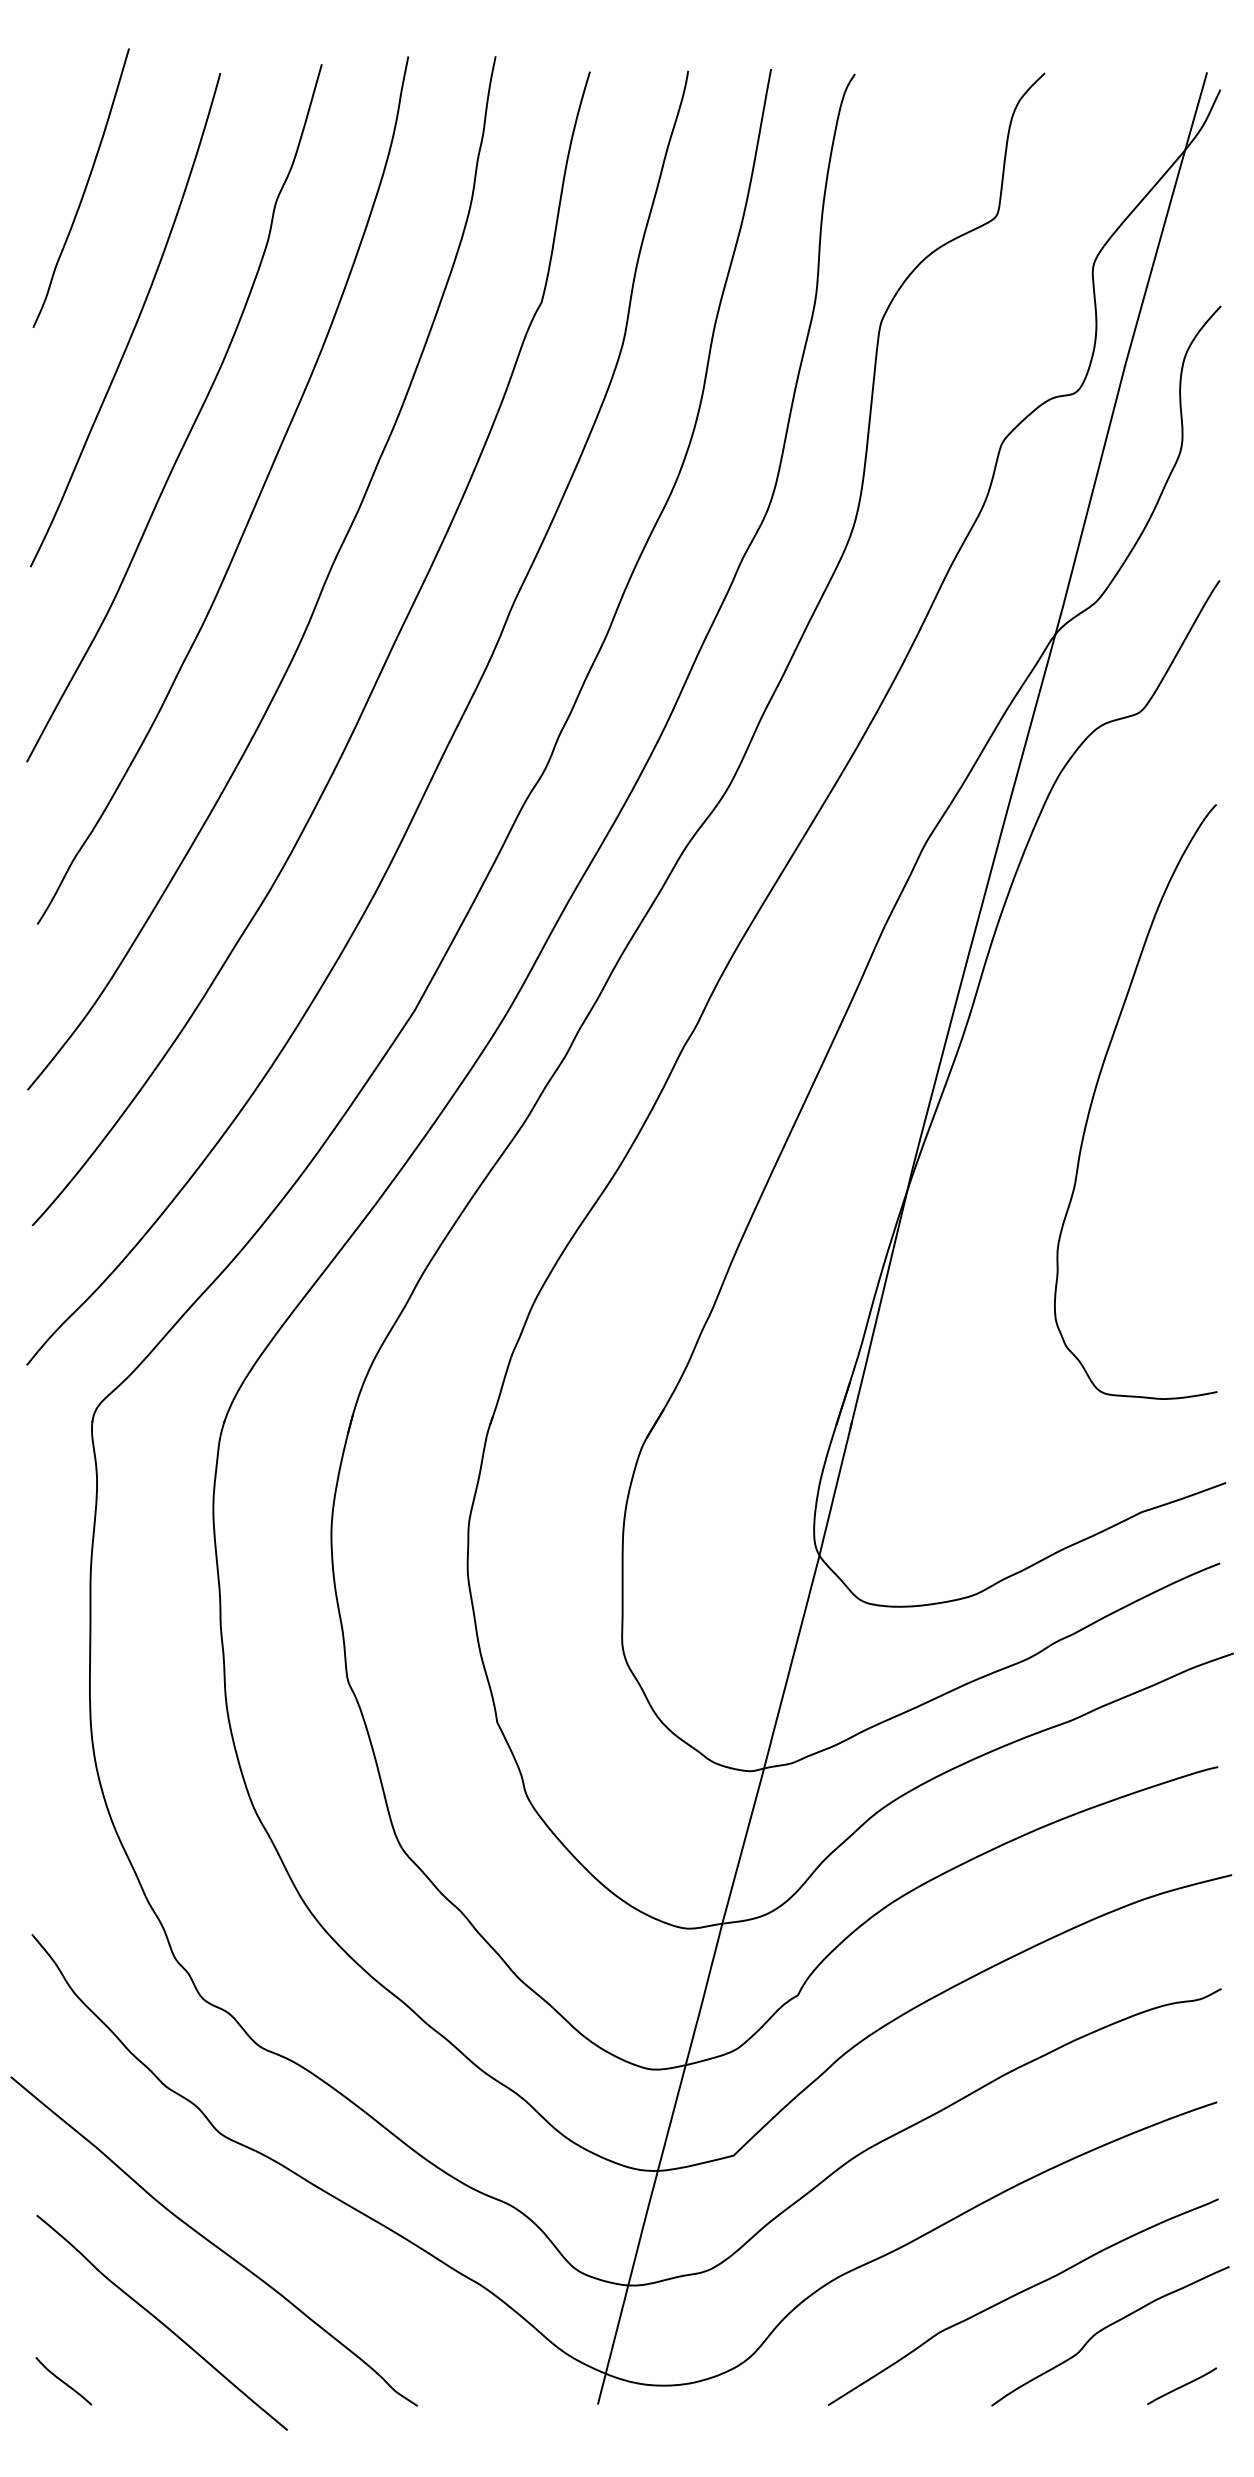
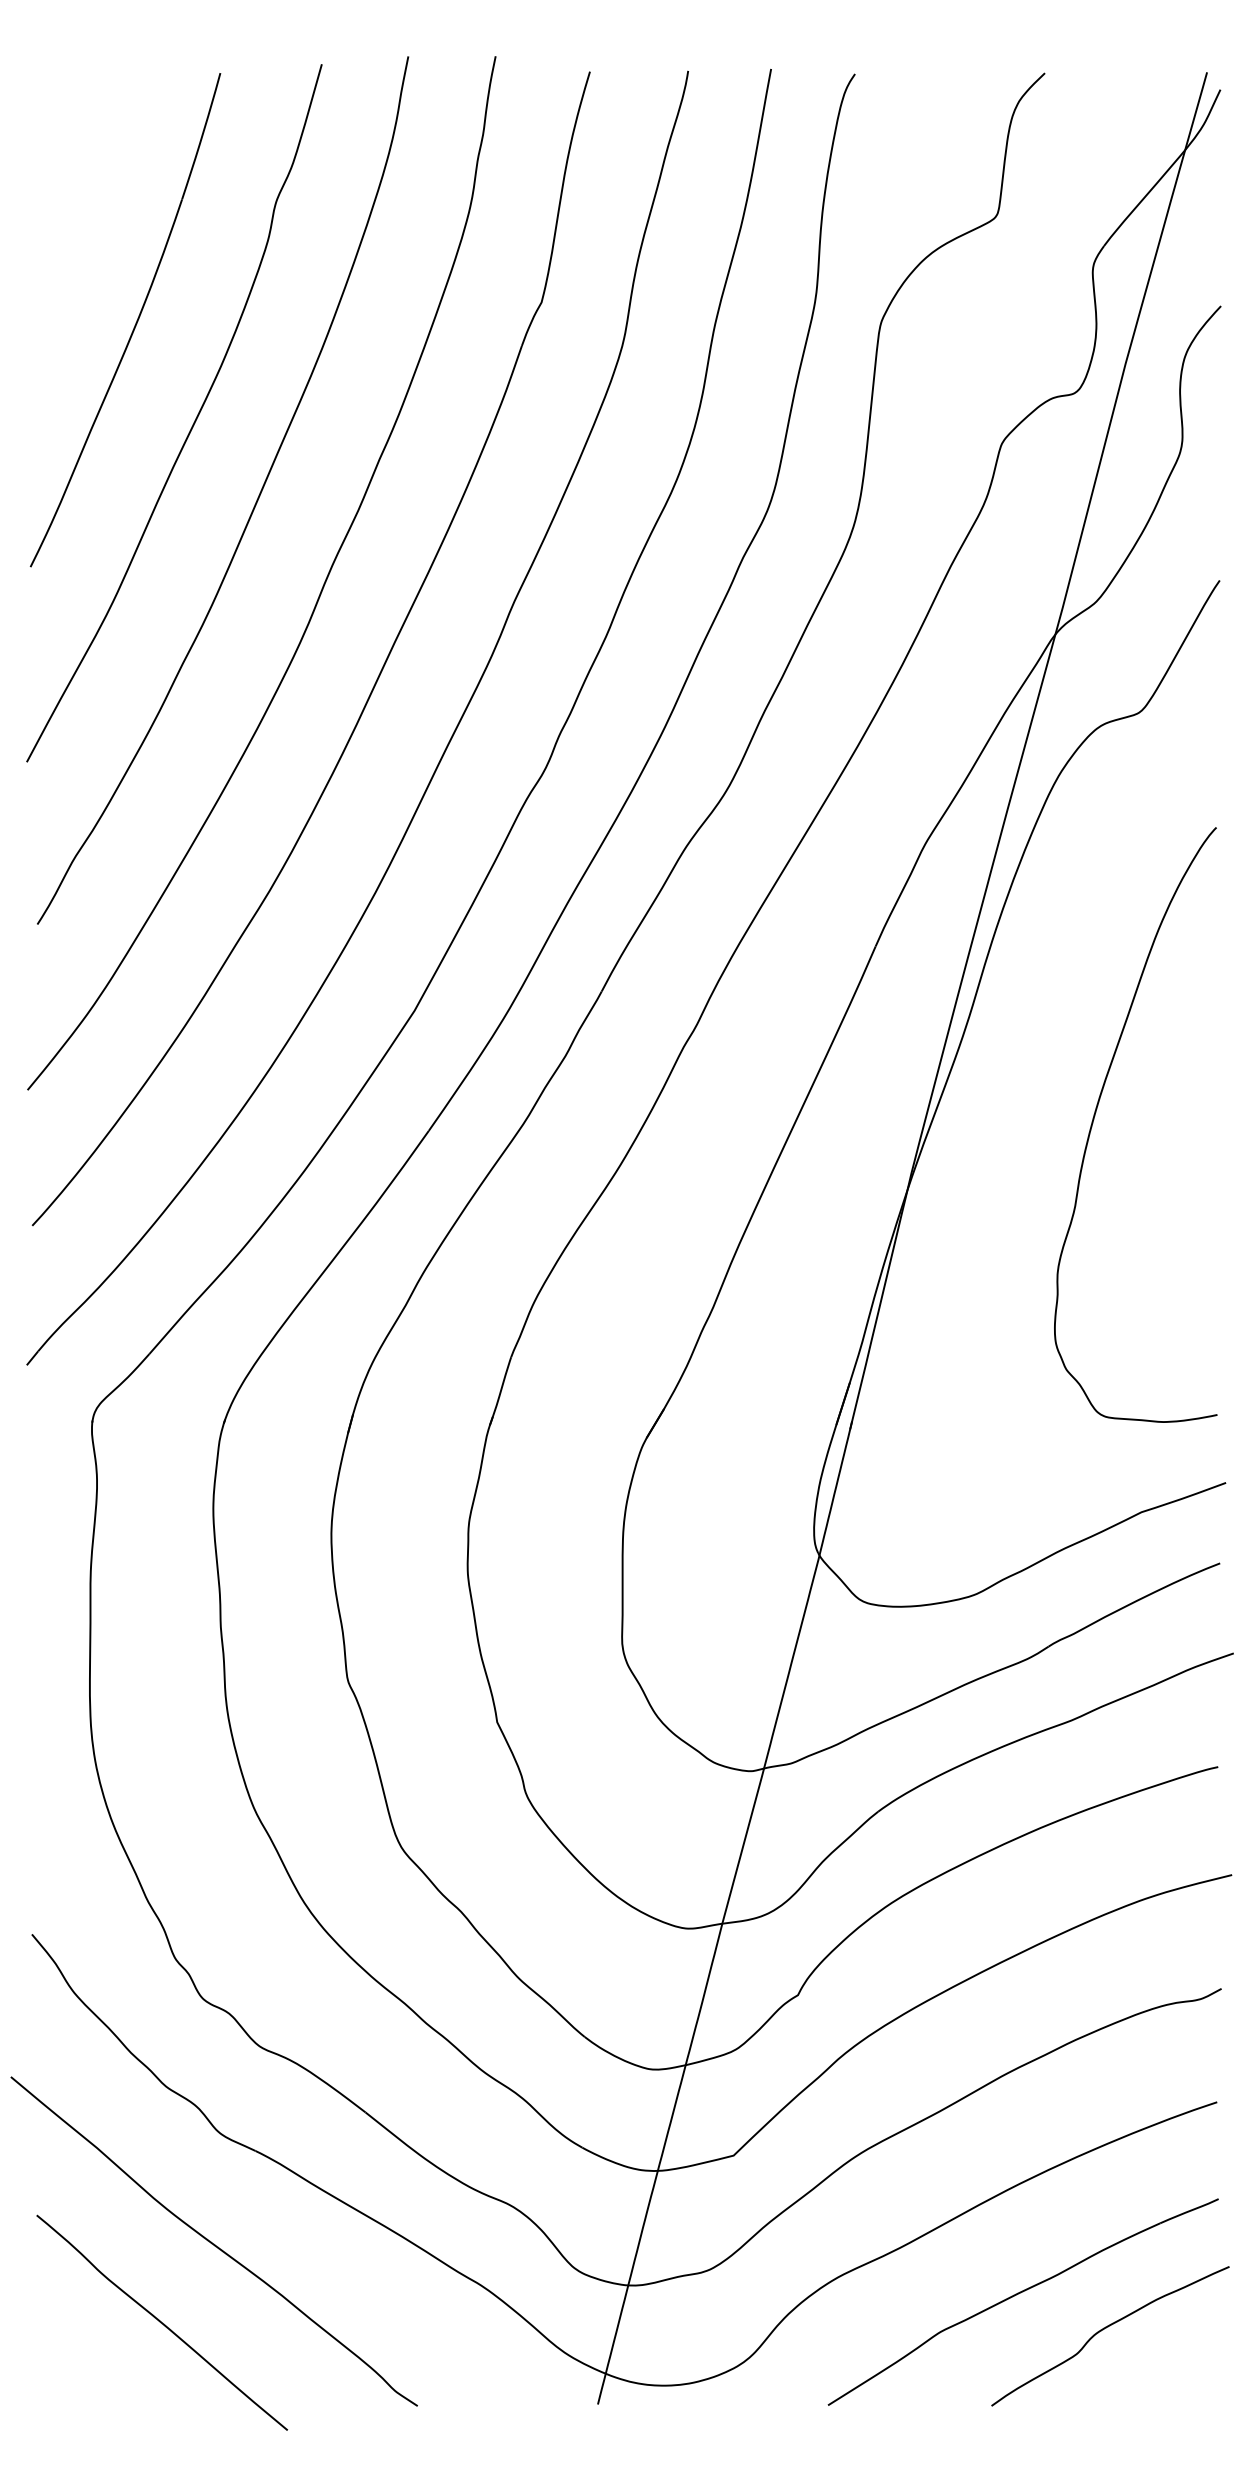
curve at (84, 188): present -> none
curve at (1095, 1093) position: (1095, 1093) -> (1095, 1116)
curve at (63, 2381): present -> none
line at (1182, 2385): present -> none
